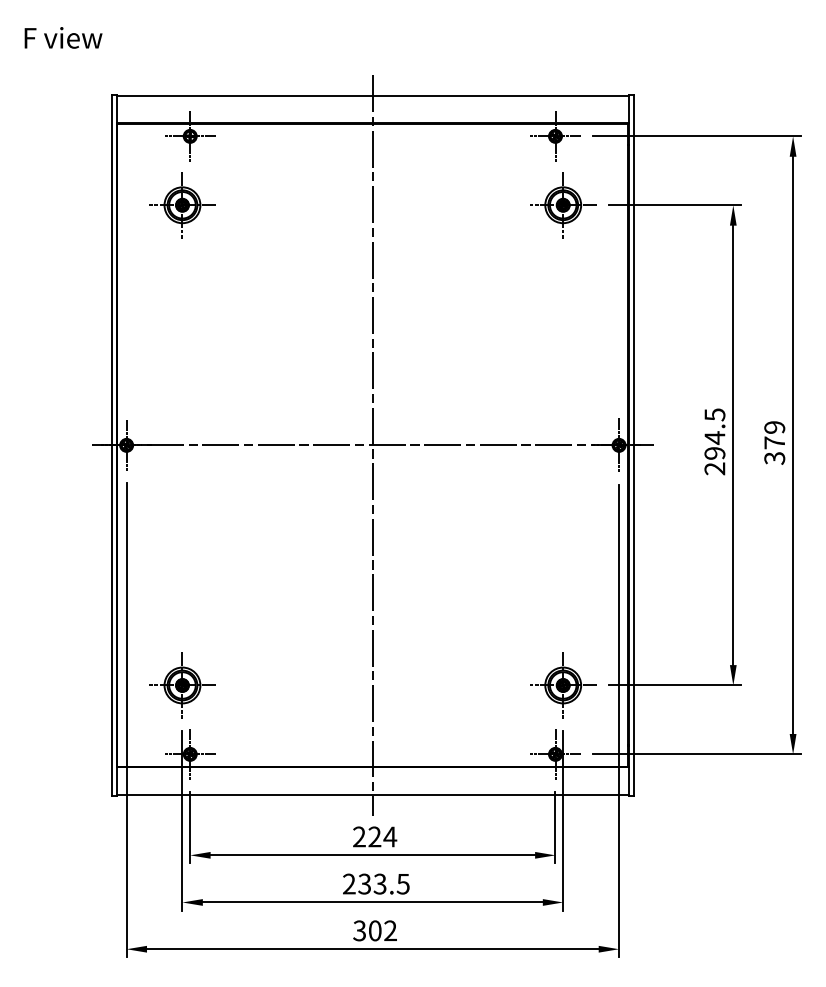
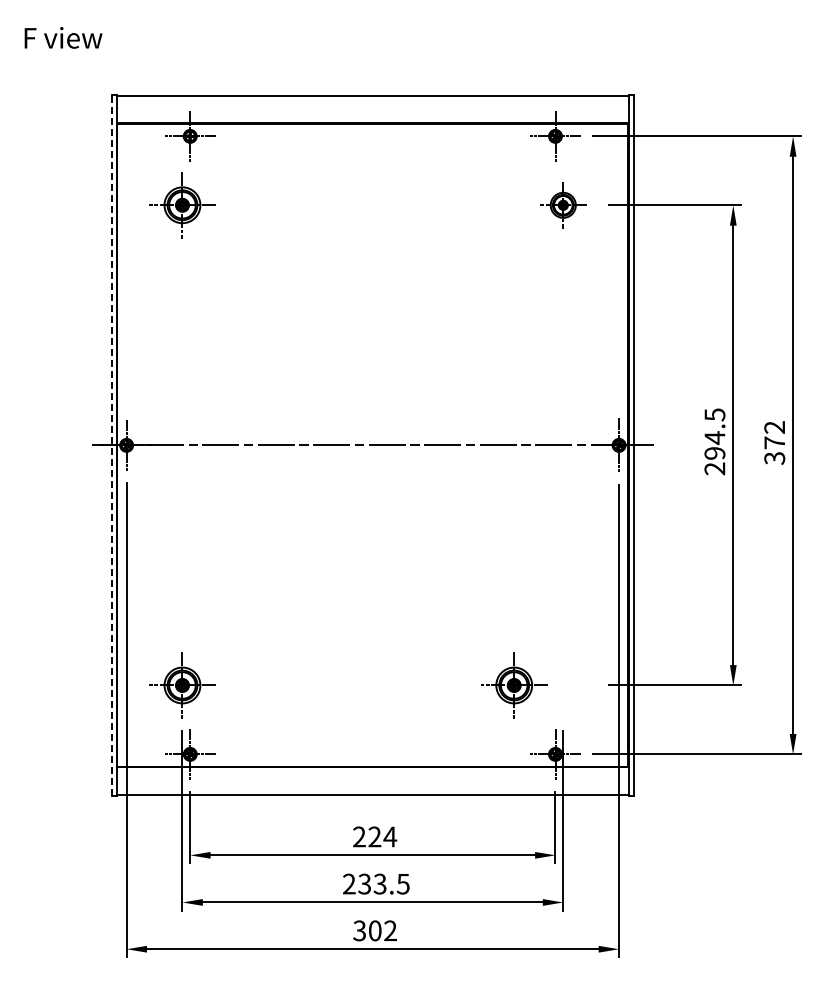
part at (563, 205) size: 67x67 px -> 47x47 px
text at (774, 427): 379 -> 372
line at (111, 445): solid -> dashed
line at (372, 445): present -> none
part at (563, 685) position: (563, 685) -> (514, 685)
